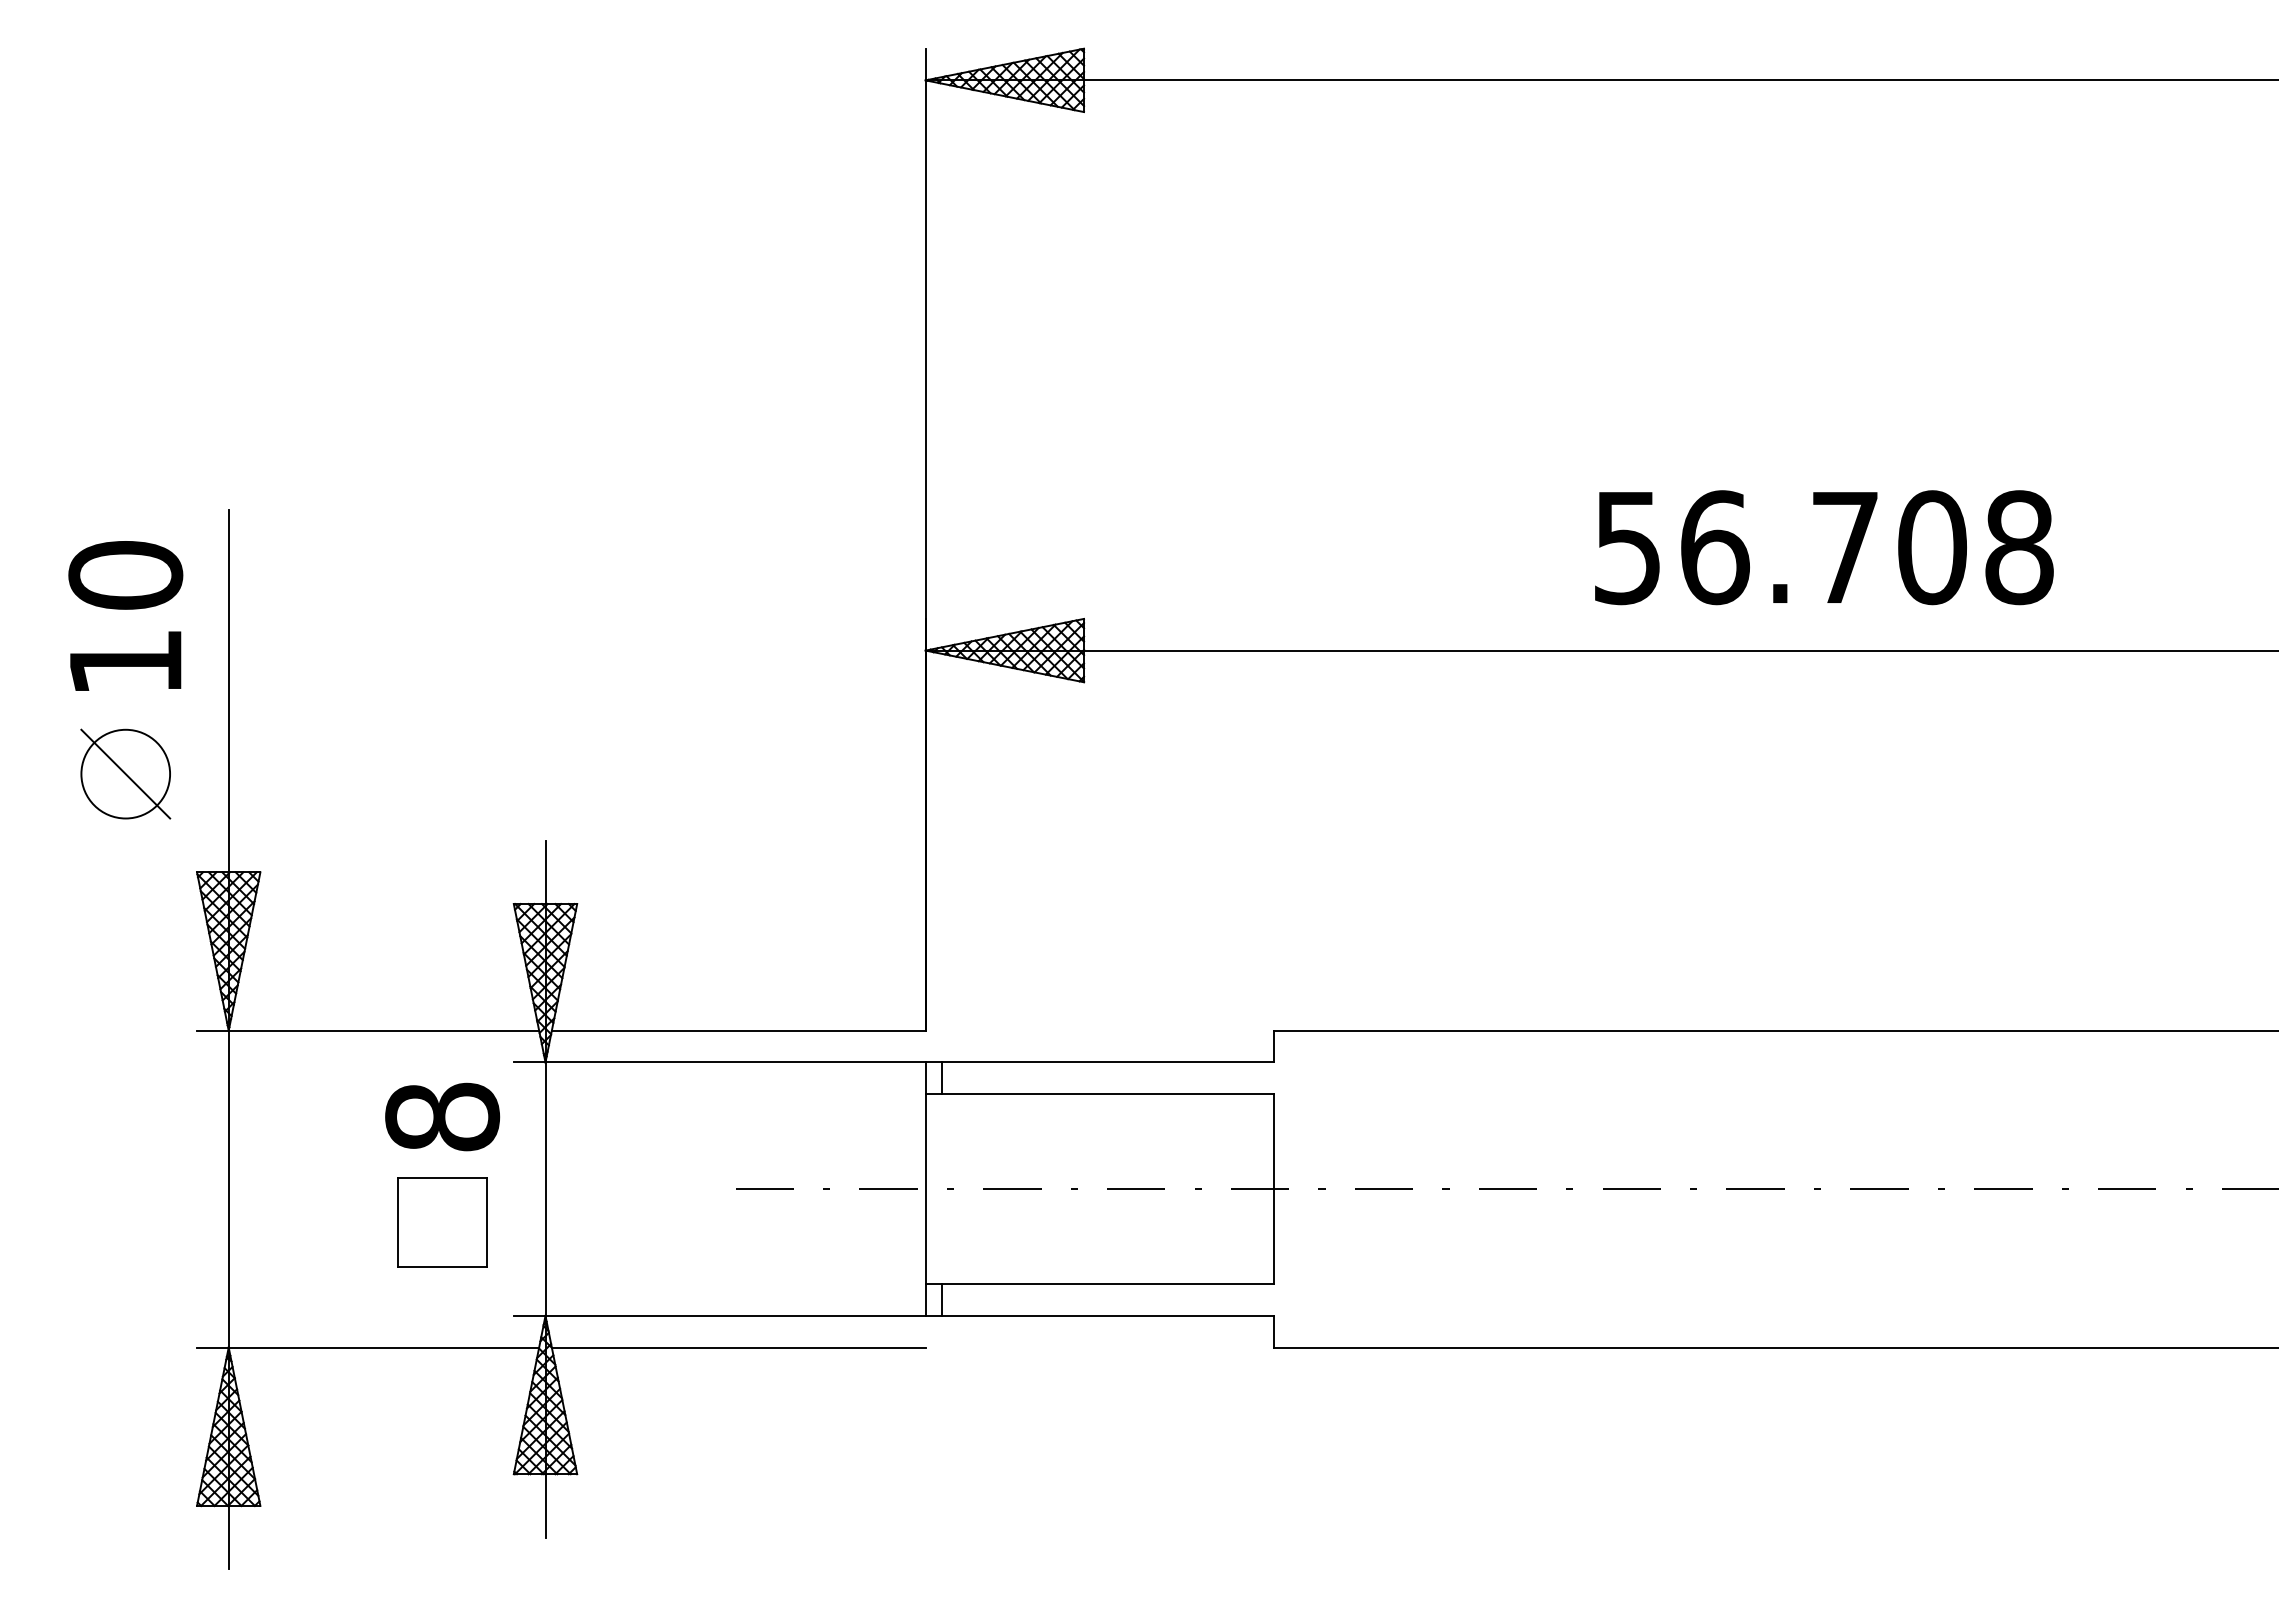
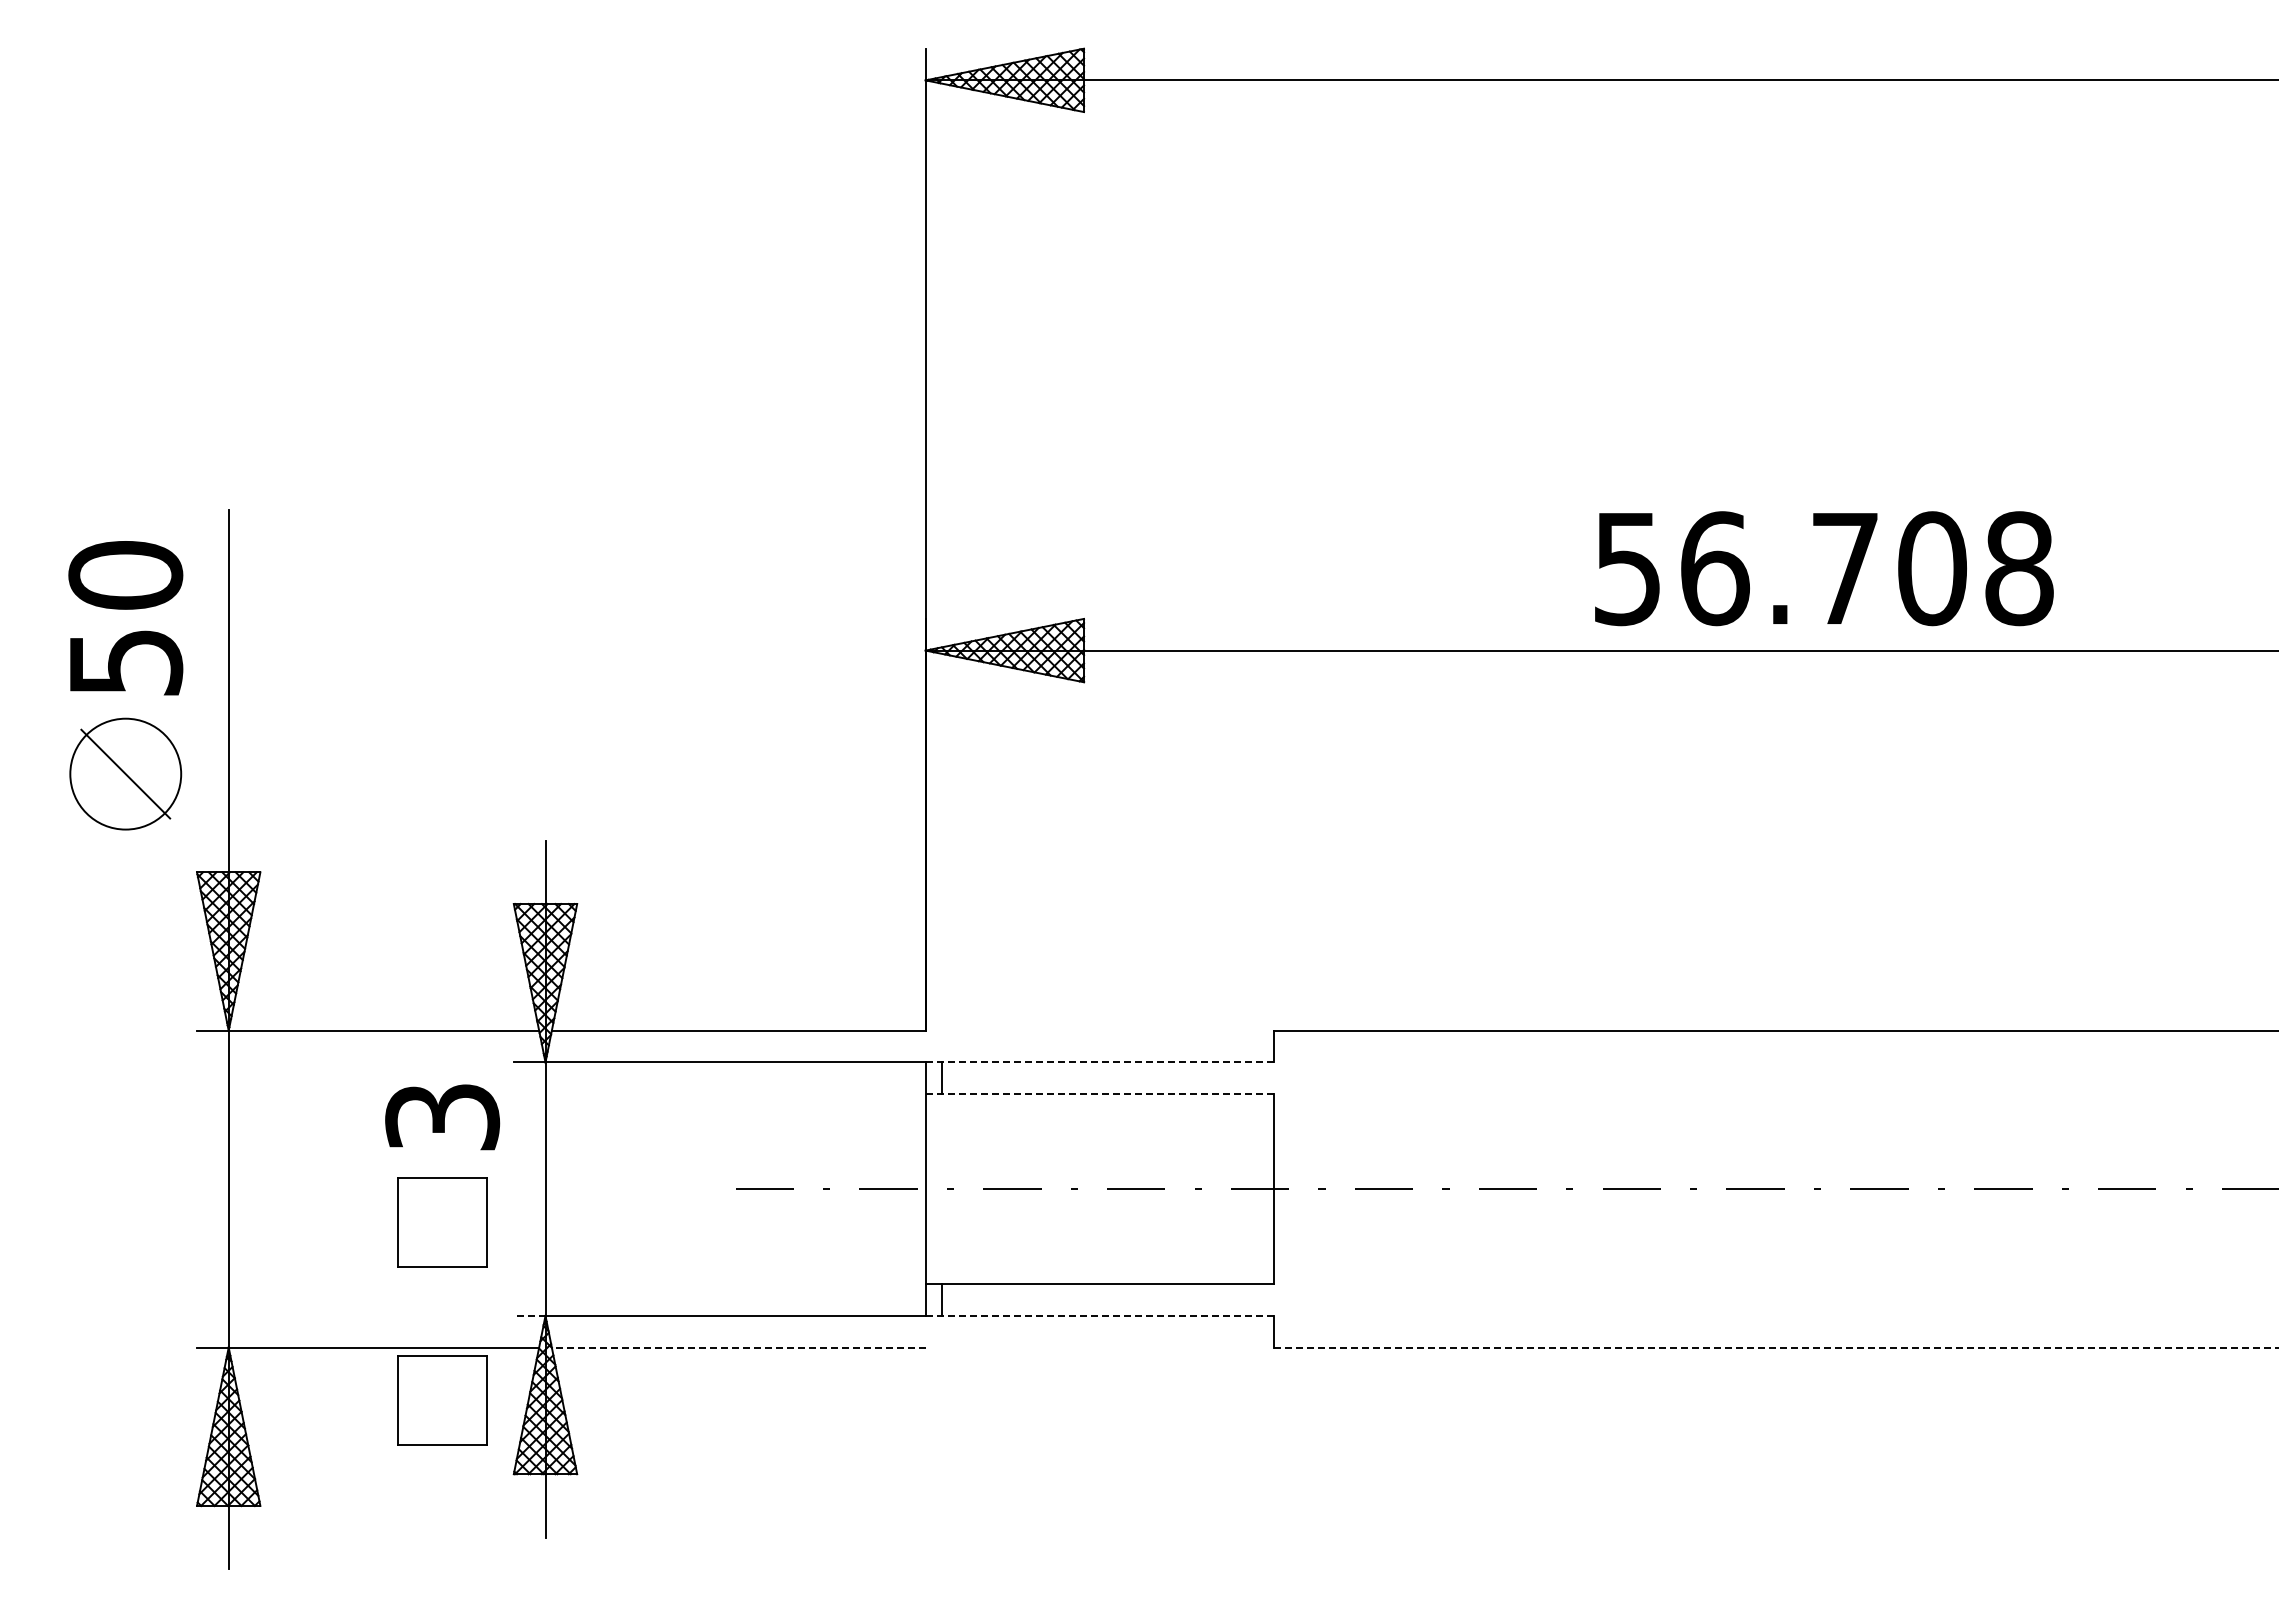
text at (1824, 547) position: (1824, 547) -> (1824, 568)
text at (126, 662): 10 -> 50
circle at (125, 773) diameter: 89 px -> 111 px
line at (1099, 1062): solid -> dashed
line at (1100, 1094): solid -> dashed
text at (442, 1116): 8 -> 3
line at (529, 1315): solid -> dashed
line at (1100, 1315): solid -> dashed
line at (738, 1347): solid -> dashed
line at (1776, 1347): solid -> dashed
part at (442, 1400): none -> present
